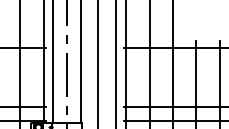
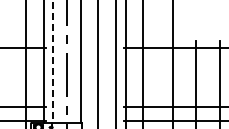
line at (52, 61): solid -> dashed
line at (20, 63) position: (20, 63) -> (26, 63)
line at (149, 63) position: (149, 63) -> (142, 63)
